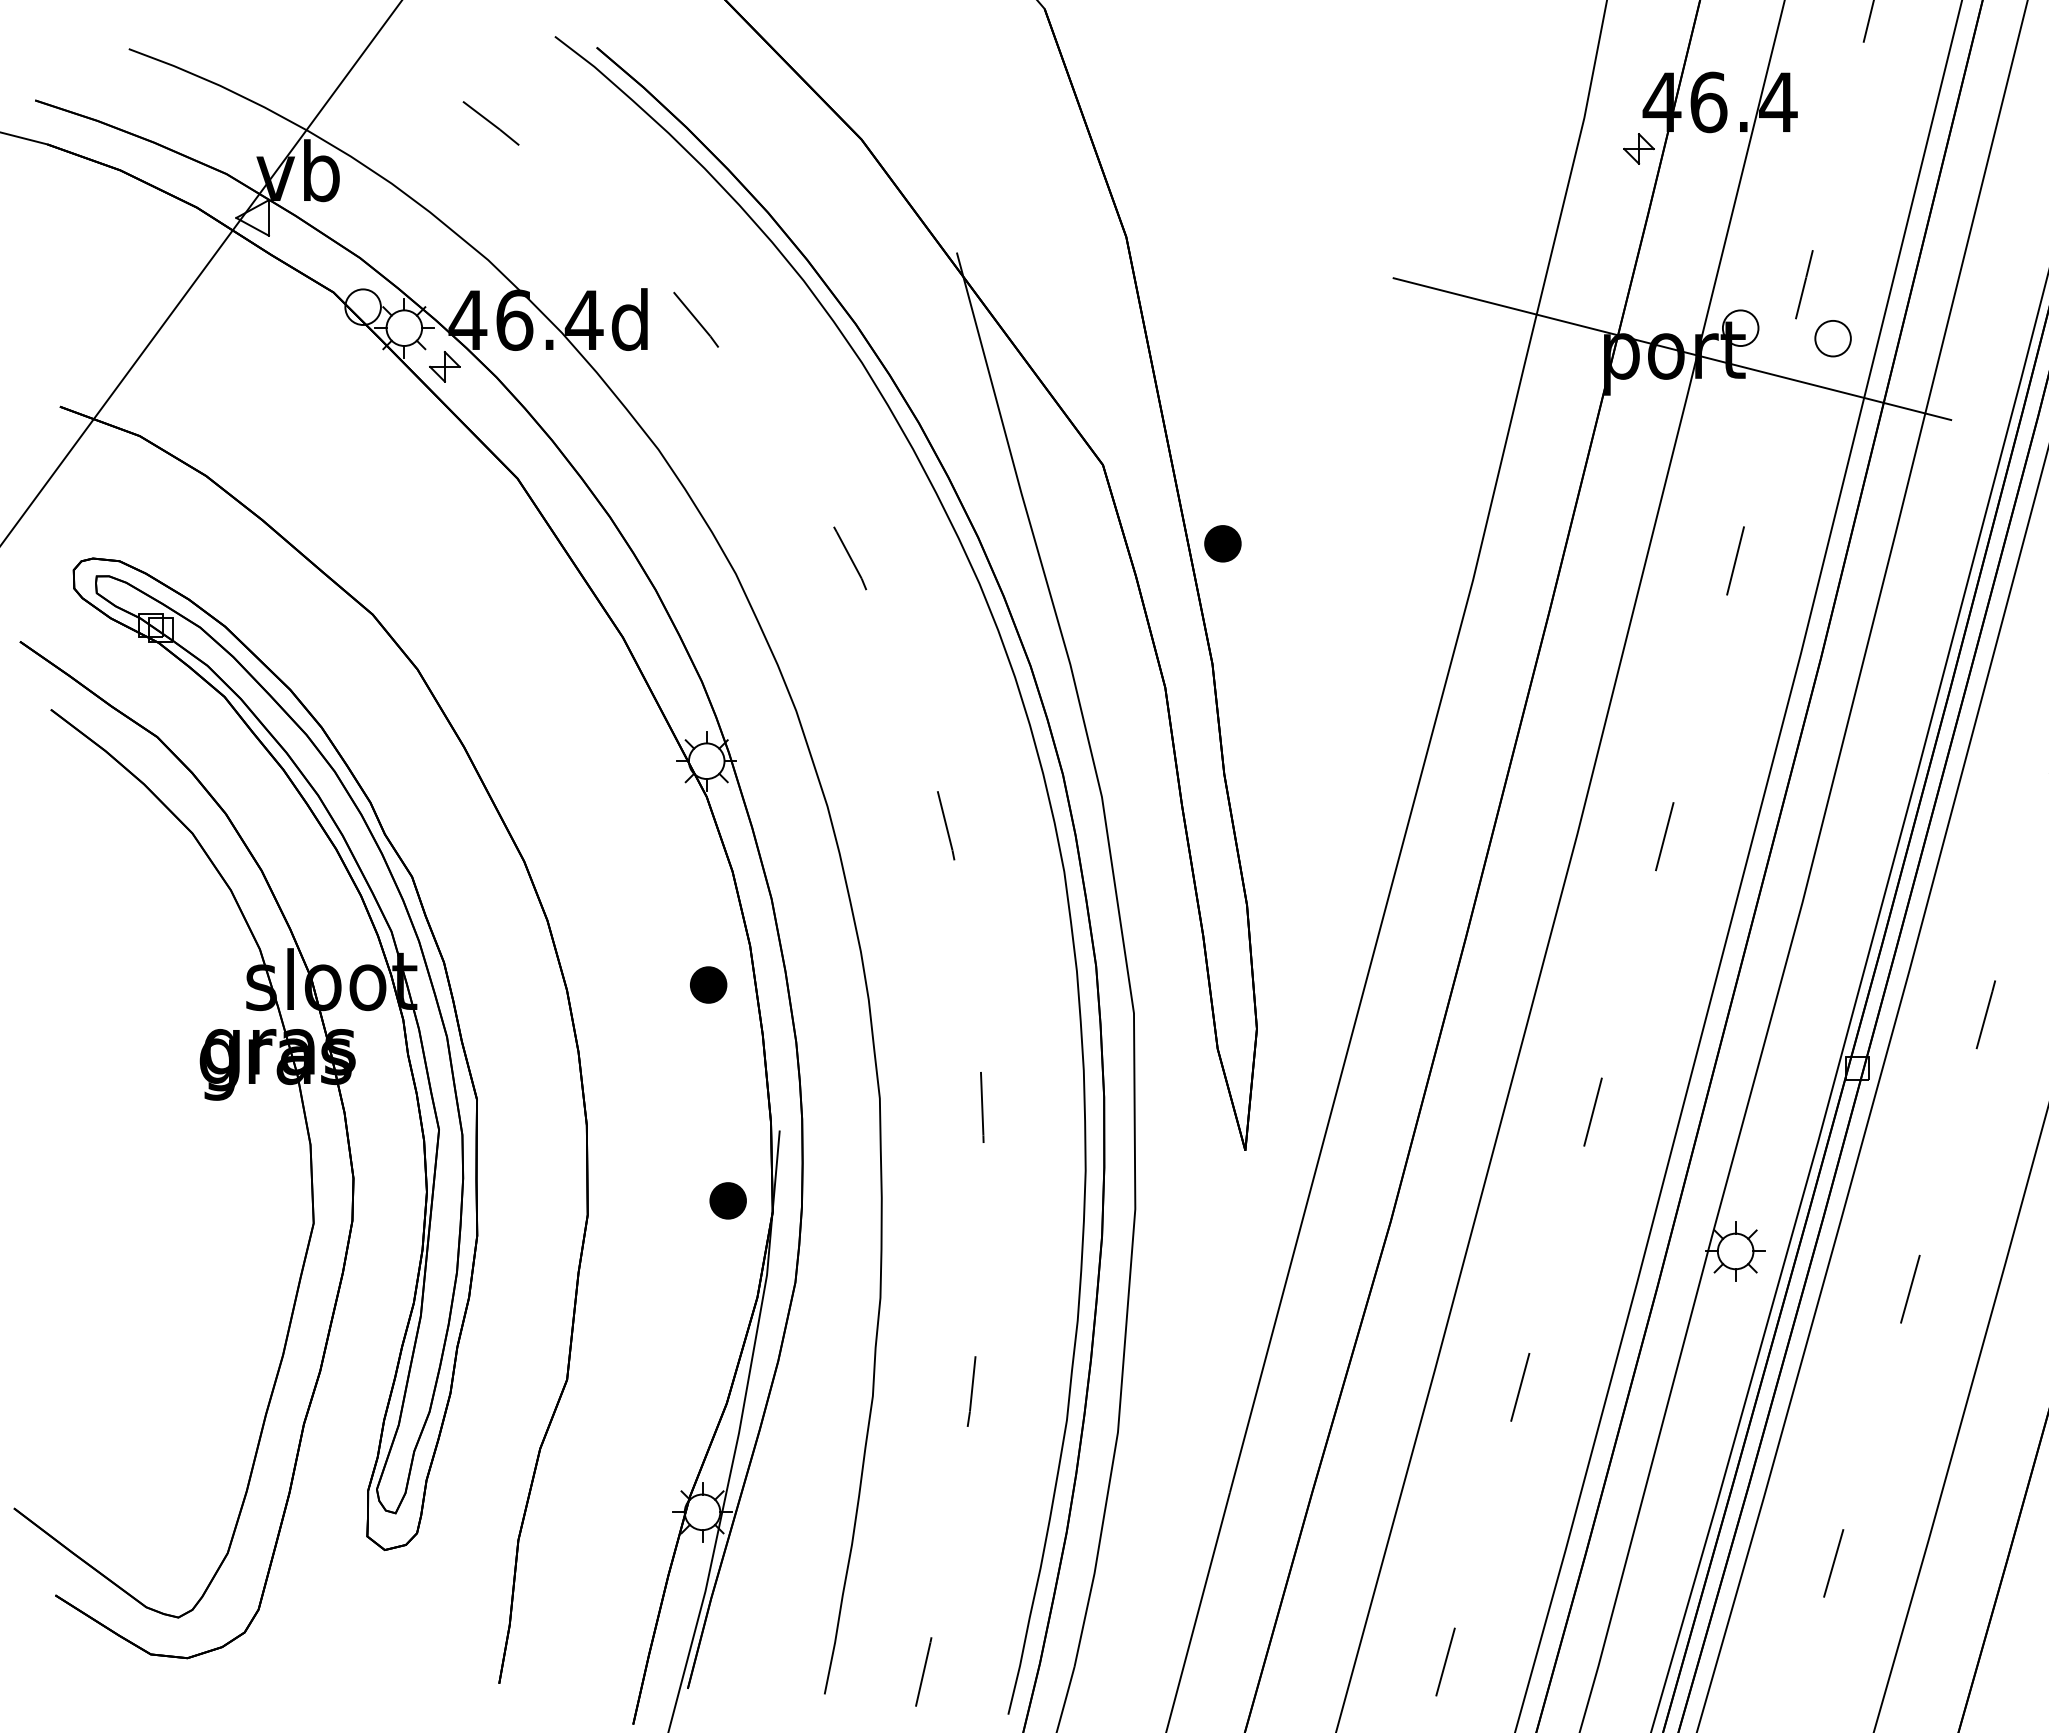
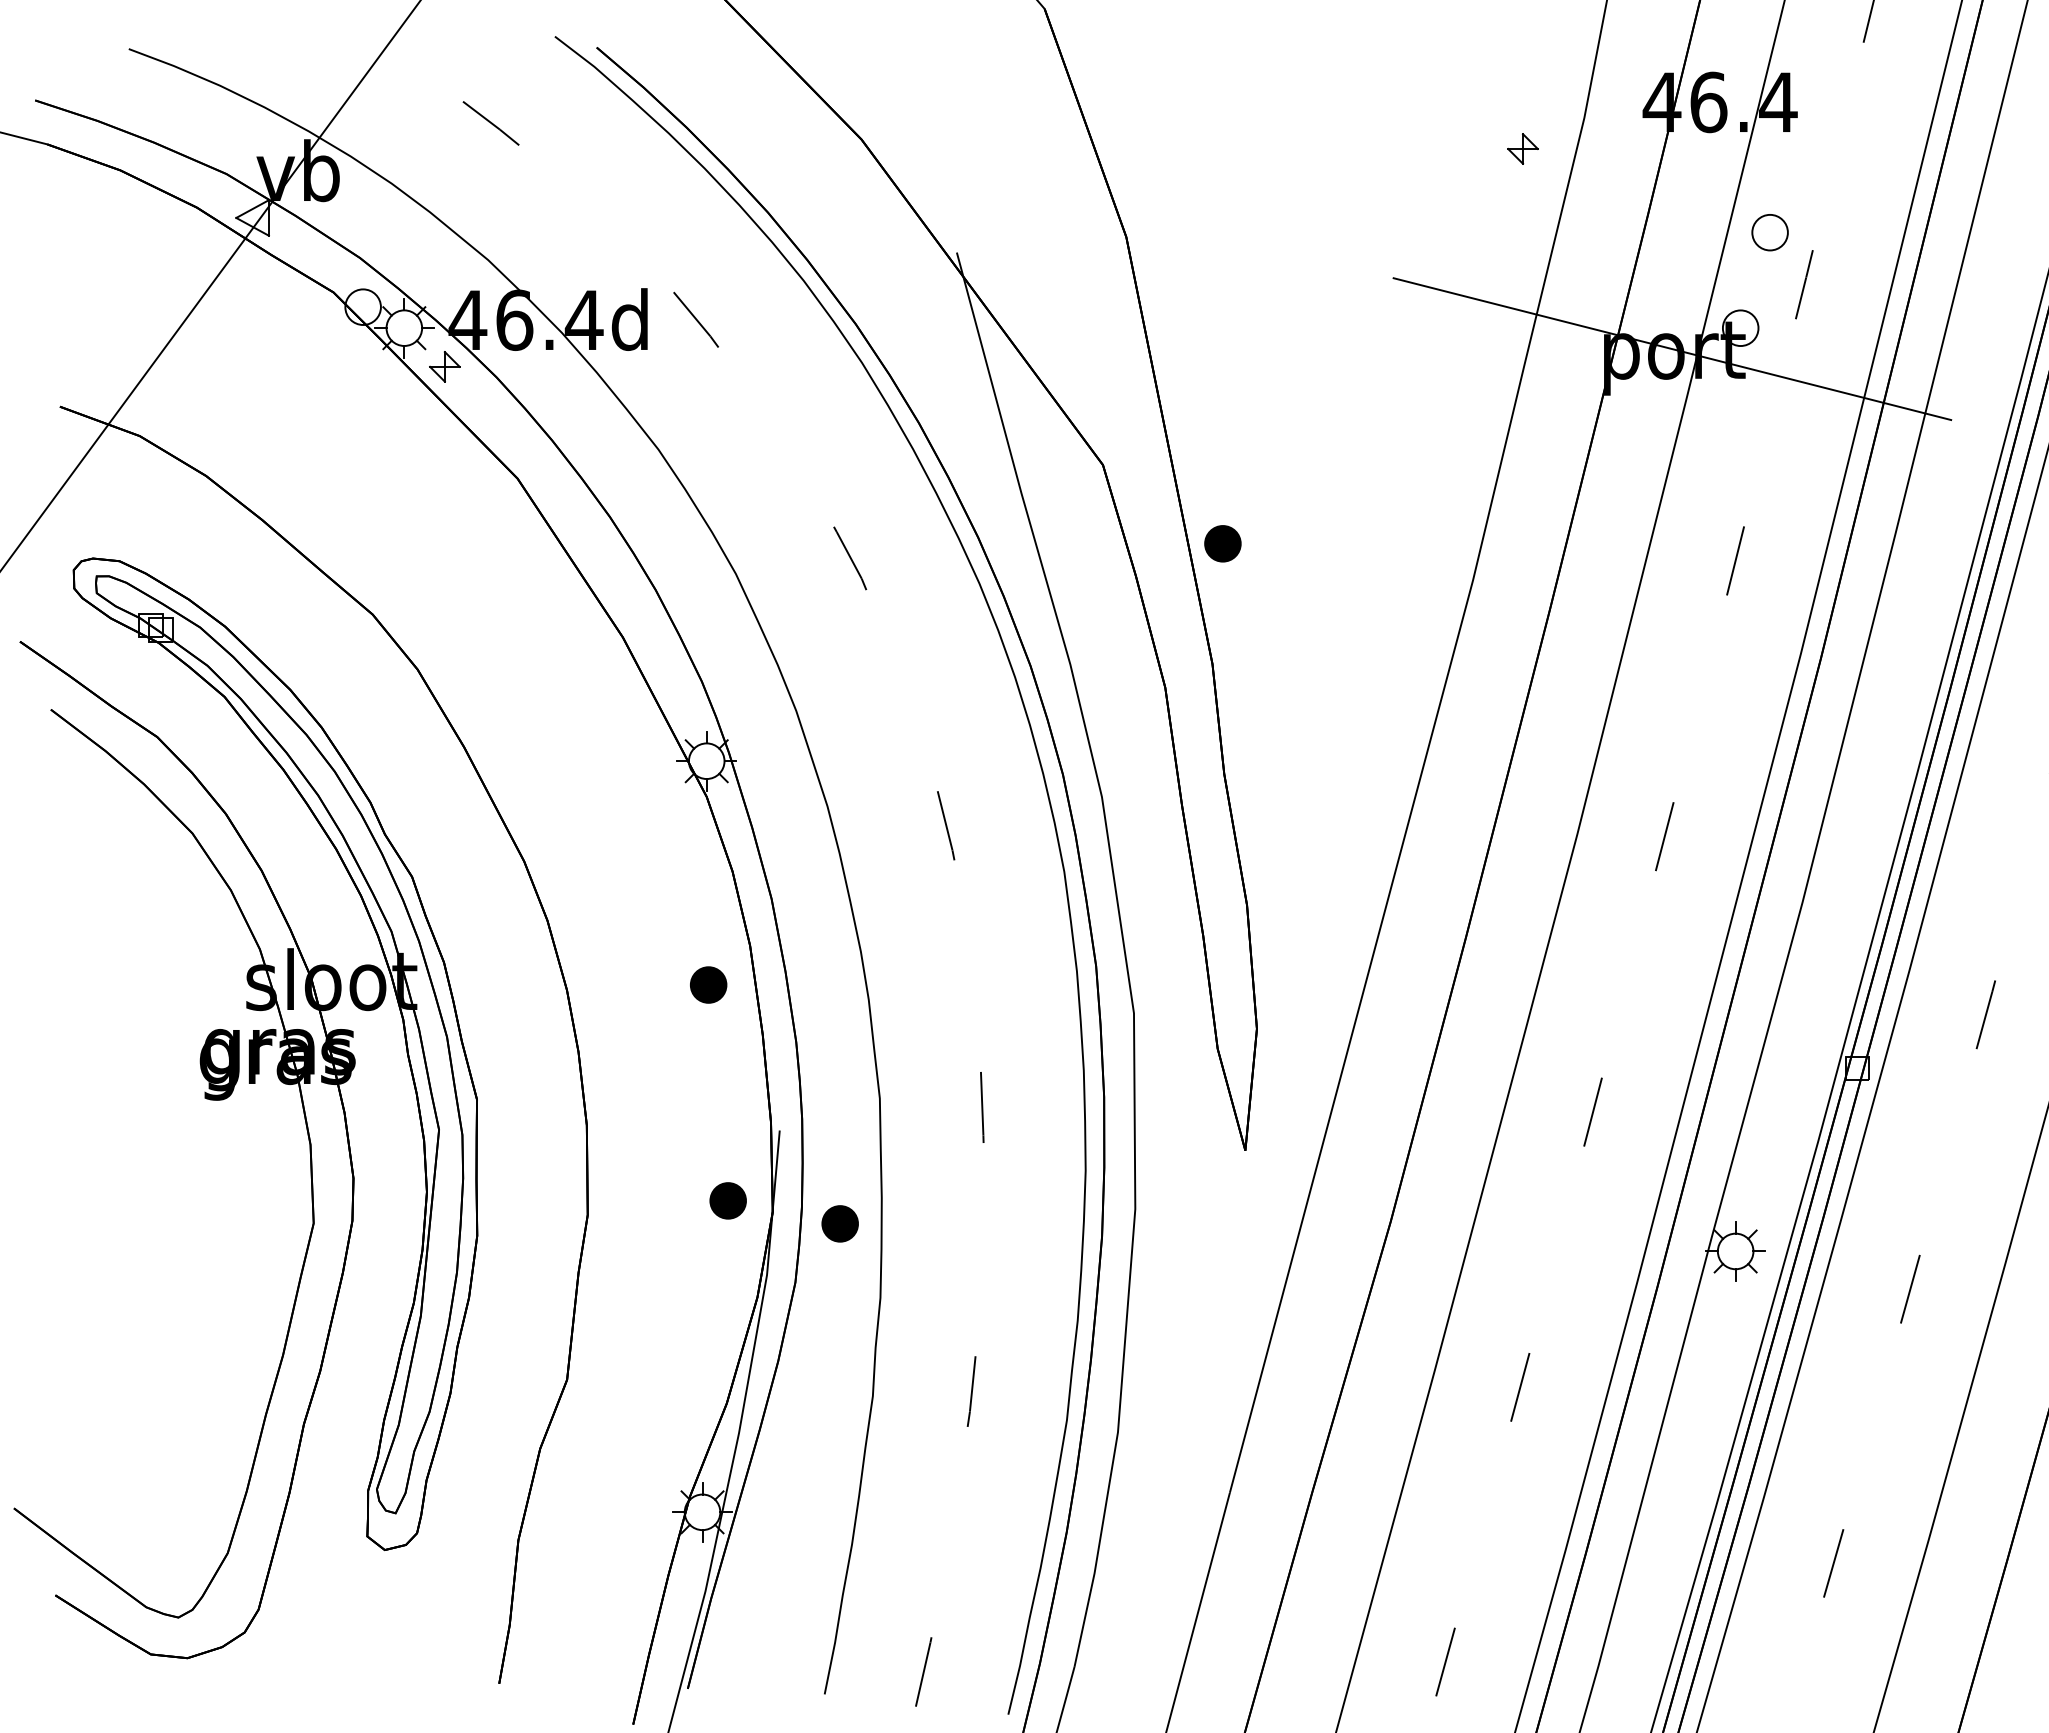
part at (1638, 148) position: (1638, 148) -> (1522, 148)
line at (201, 272) position: (201, 272) -> (210, 285)
part at (1832, 338) position: (1832, 338) -> (1769, 232)
part at (839, 1223): none -> present
